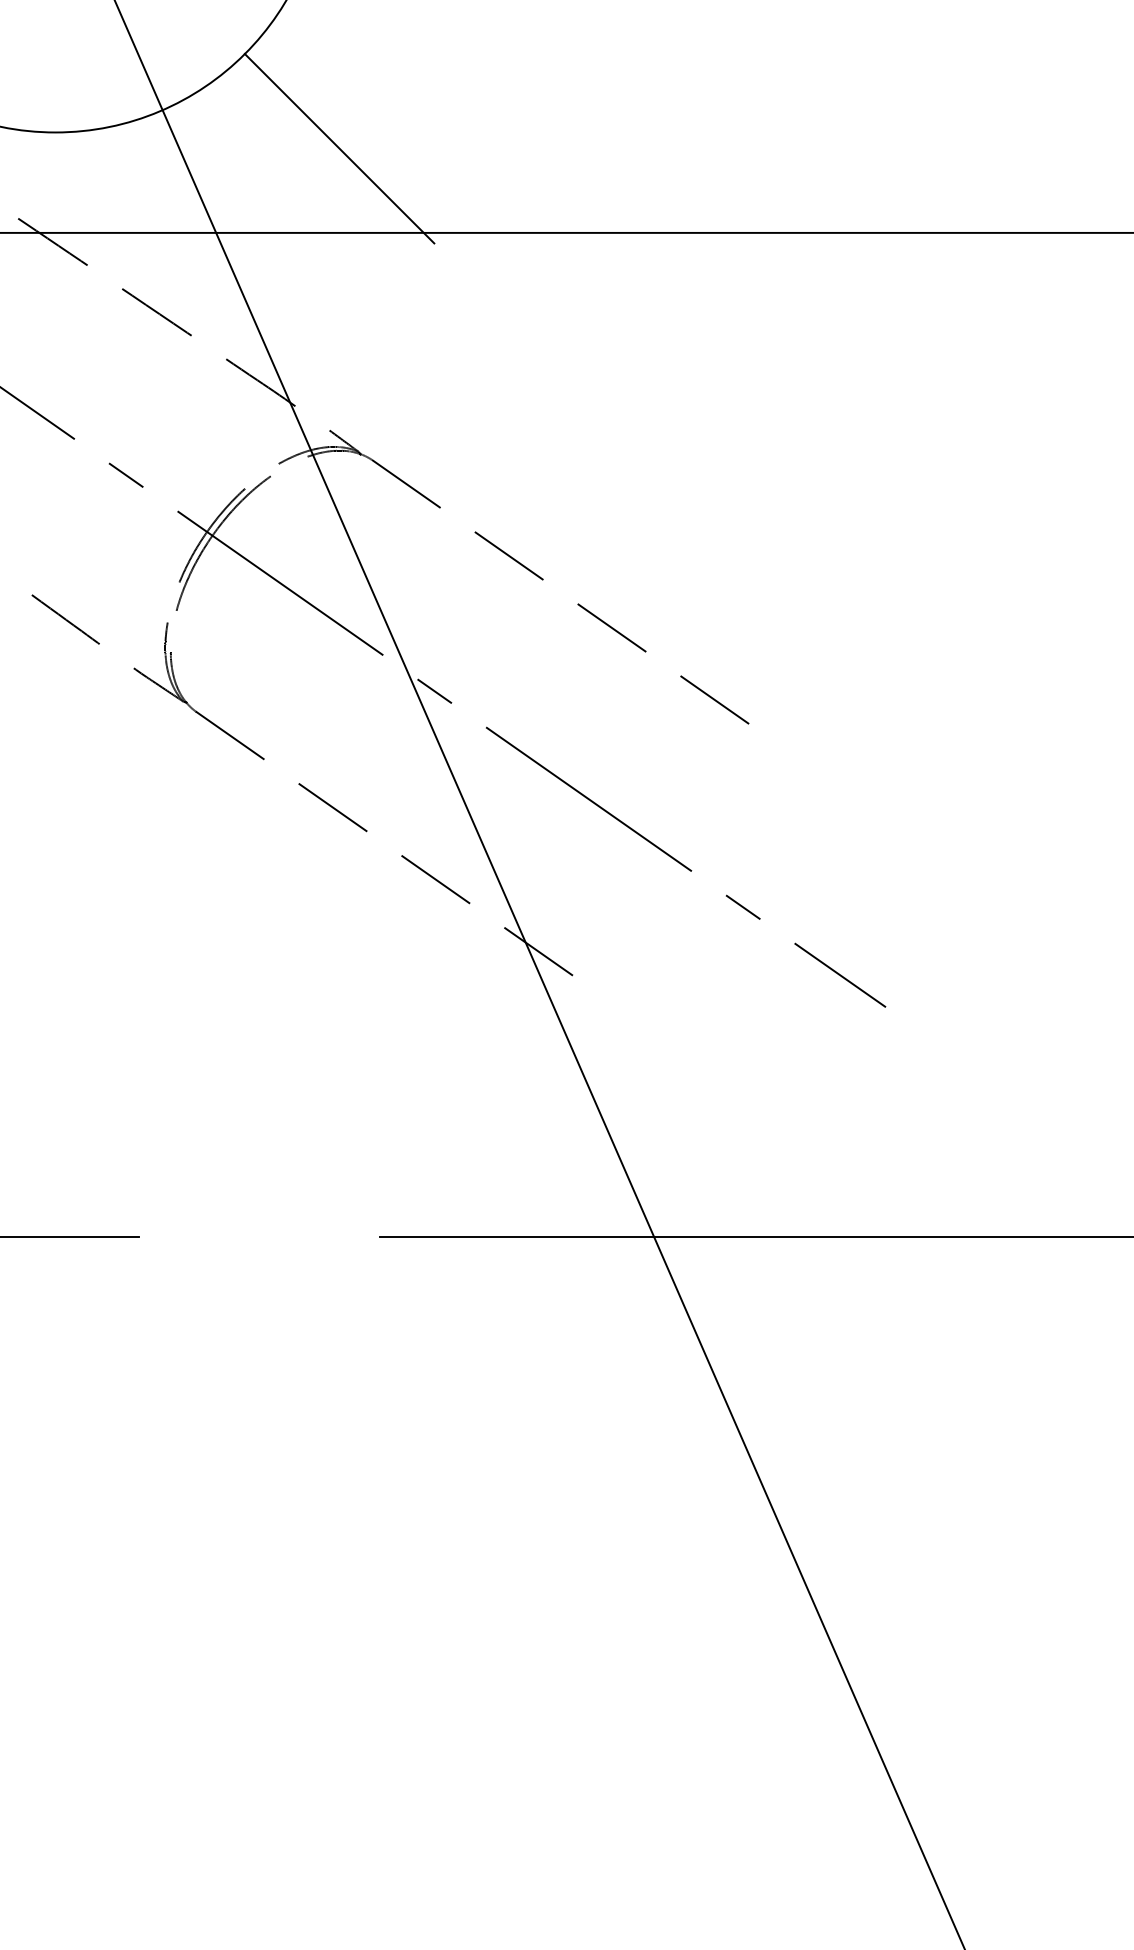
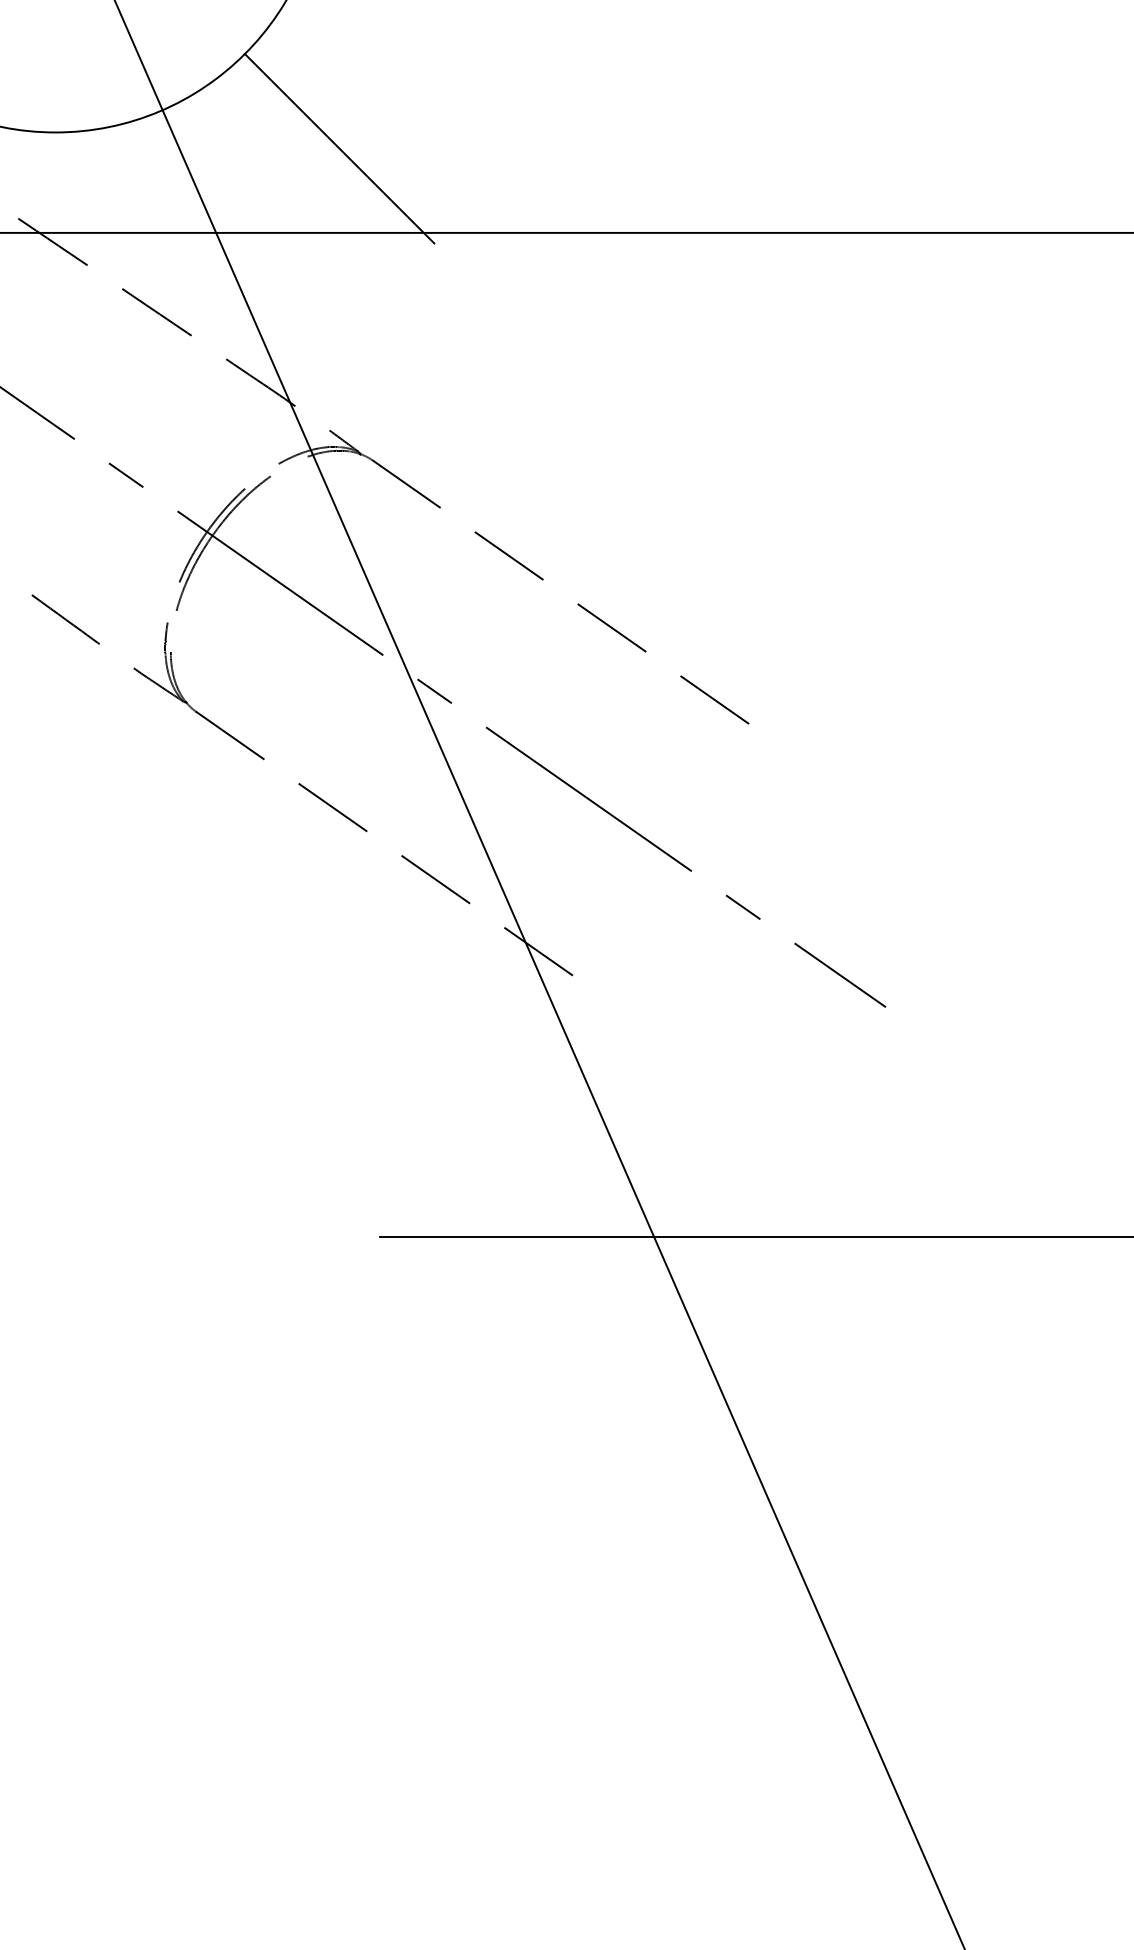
line at (70, 1237): present -> none
